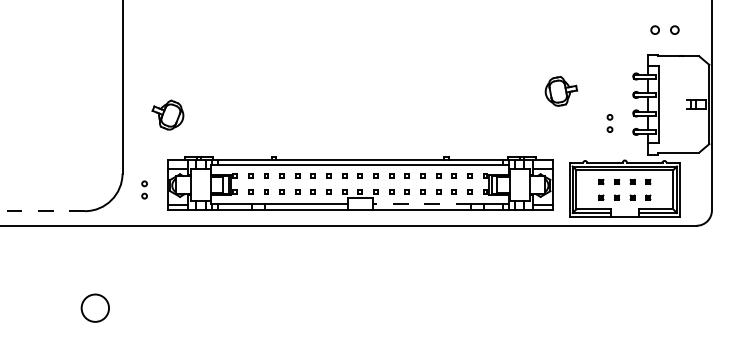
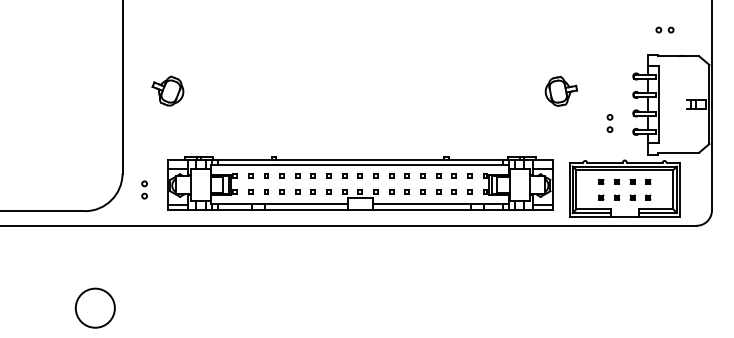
part at (664, 29) size: 30x10 px -> 20x8 px
part at (167, 114) position: (167, 114) -> (167, 90)
line at (421, 204): dashed -> solid
line at (43, 211): dashed -> solid
circle at (95, 307) diameter: 27 px -> 39 px
